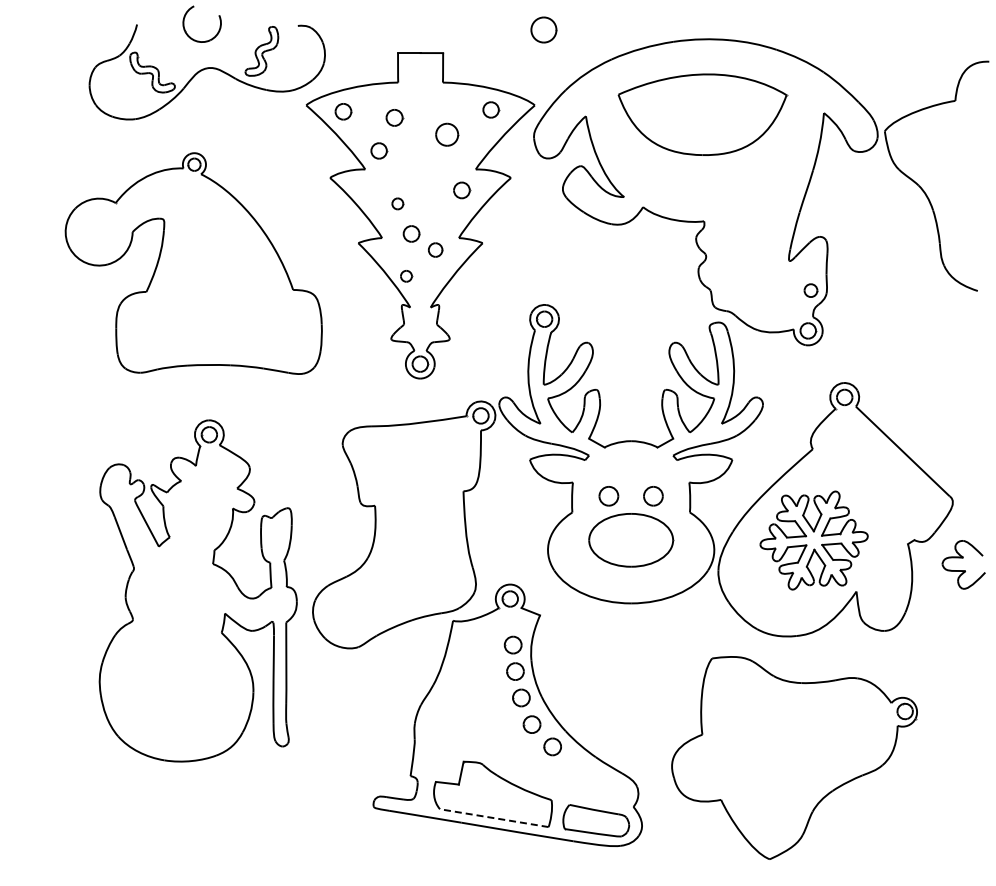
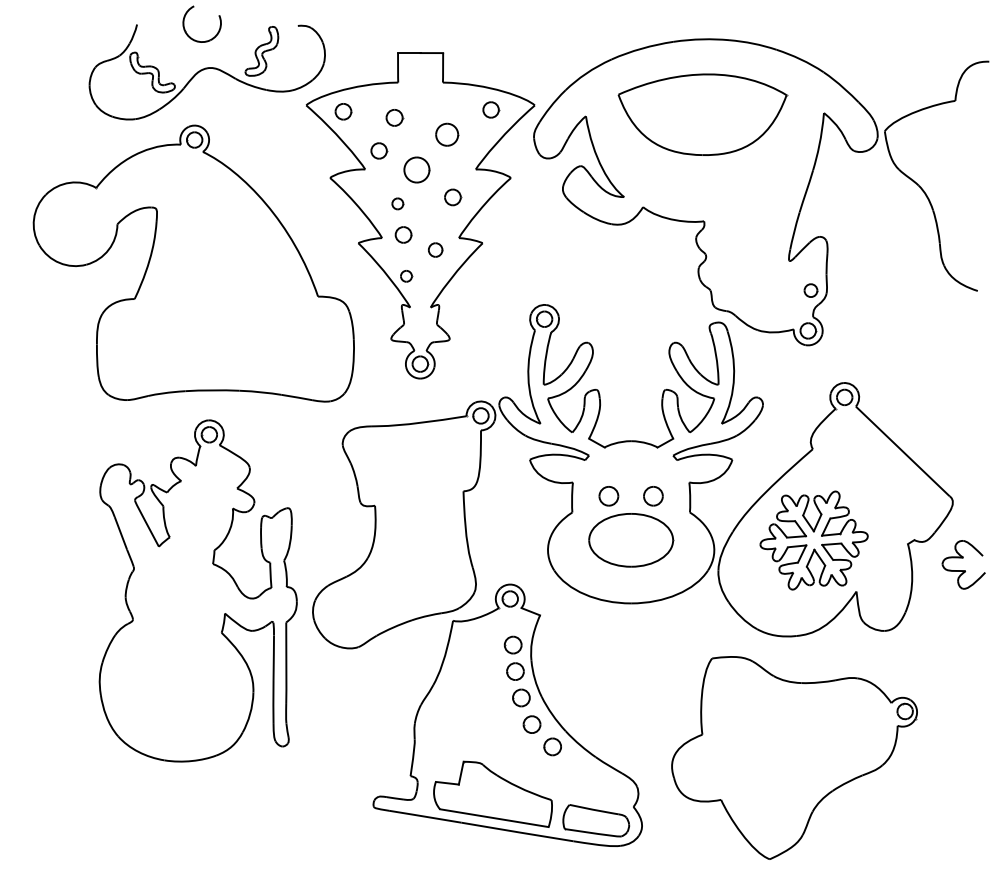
part at (543, 29) position: (543, 29) -> (416, 169)
part at (462, 190) position: (462, 190) -> (453, 197)
part at (411, 233) position: (411, 233) -> (403, 234)
part at (193, 263) size: 259x223 px -> 323x279 px
line at (494, 818): dashed -> solid
